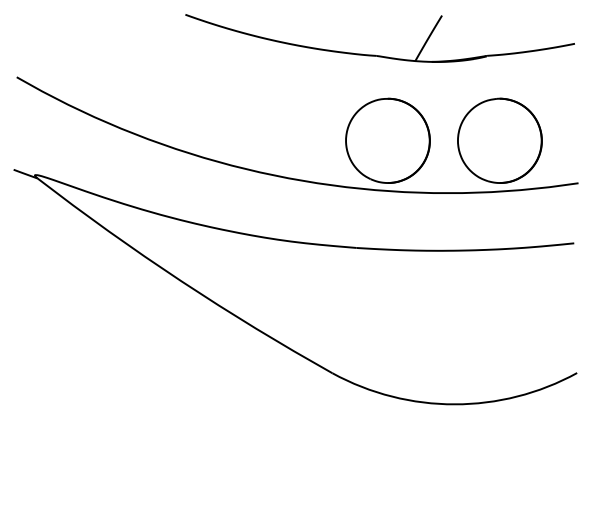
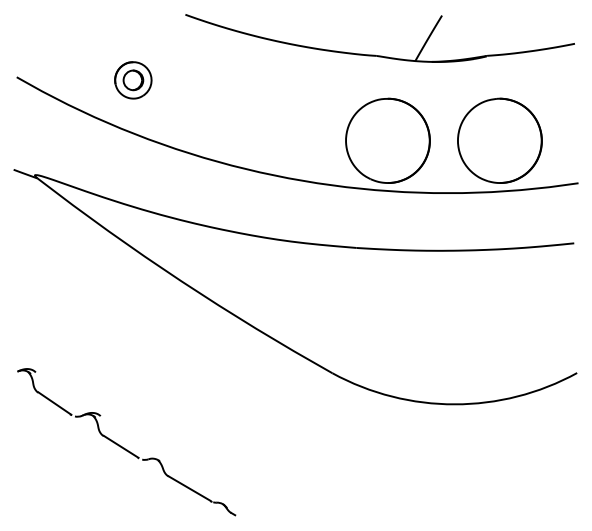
part at (133, 80): none -> present
part at (126, 442): none -> present
